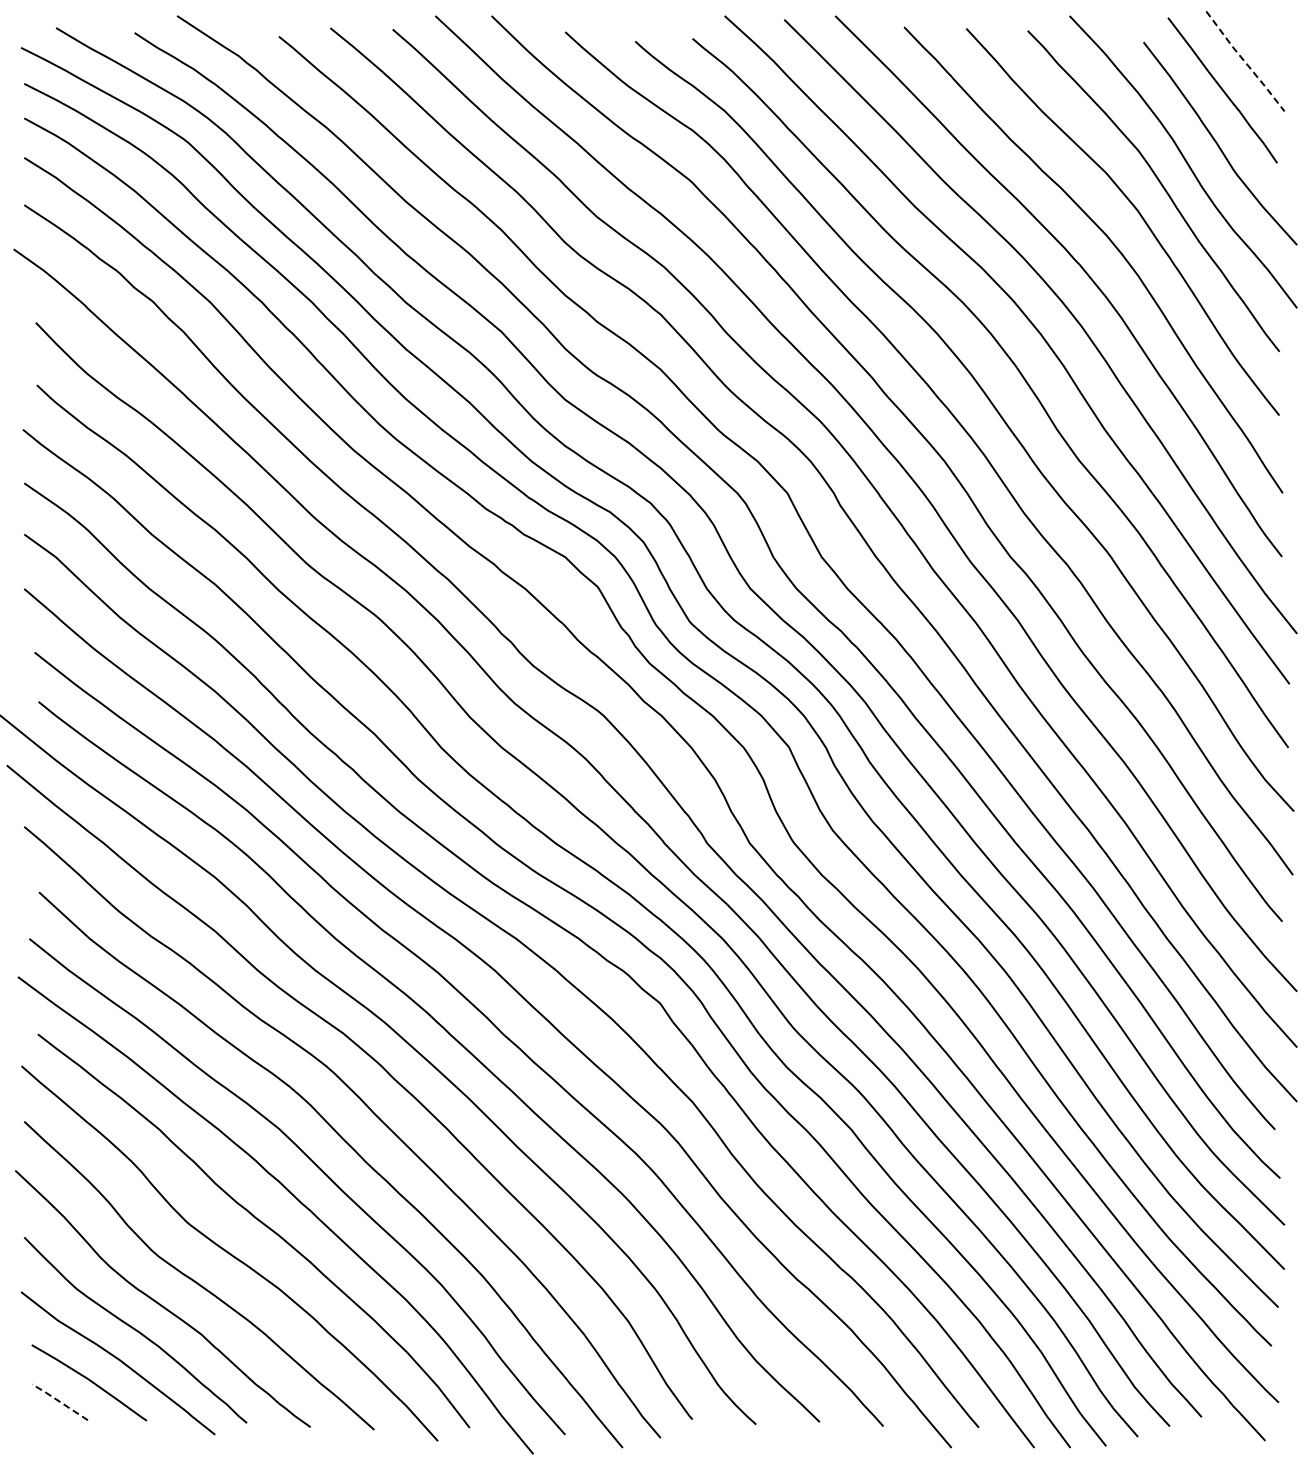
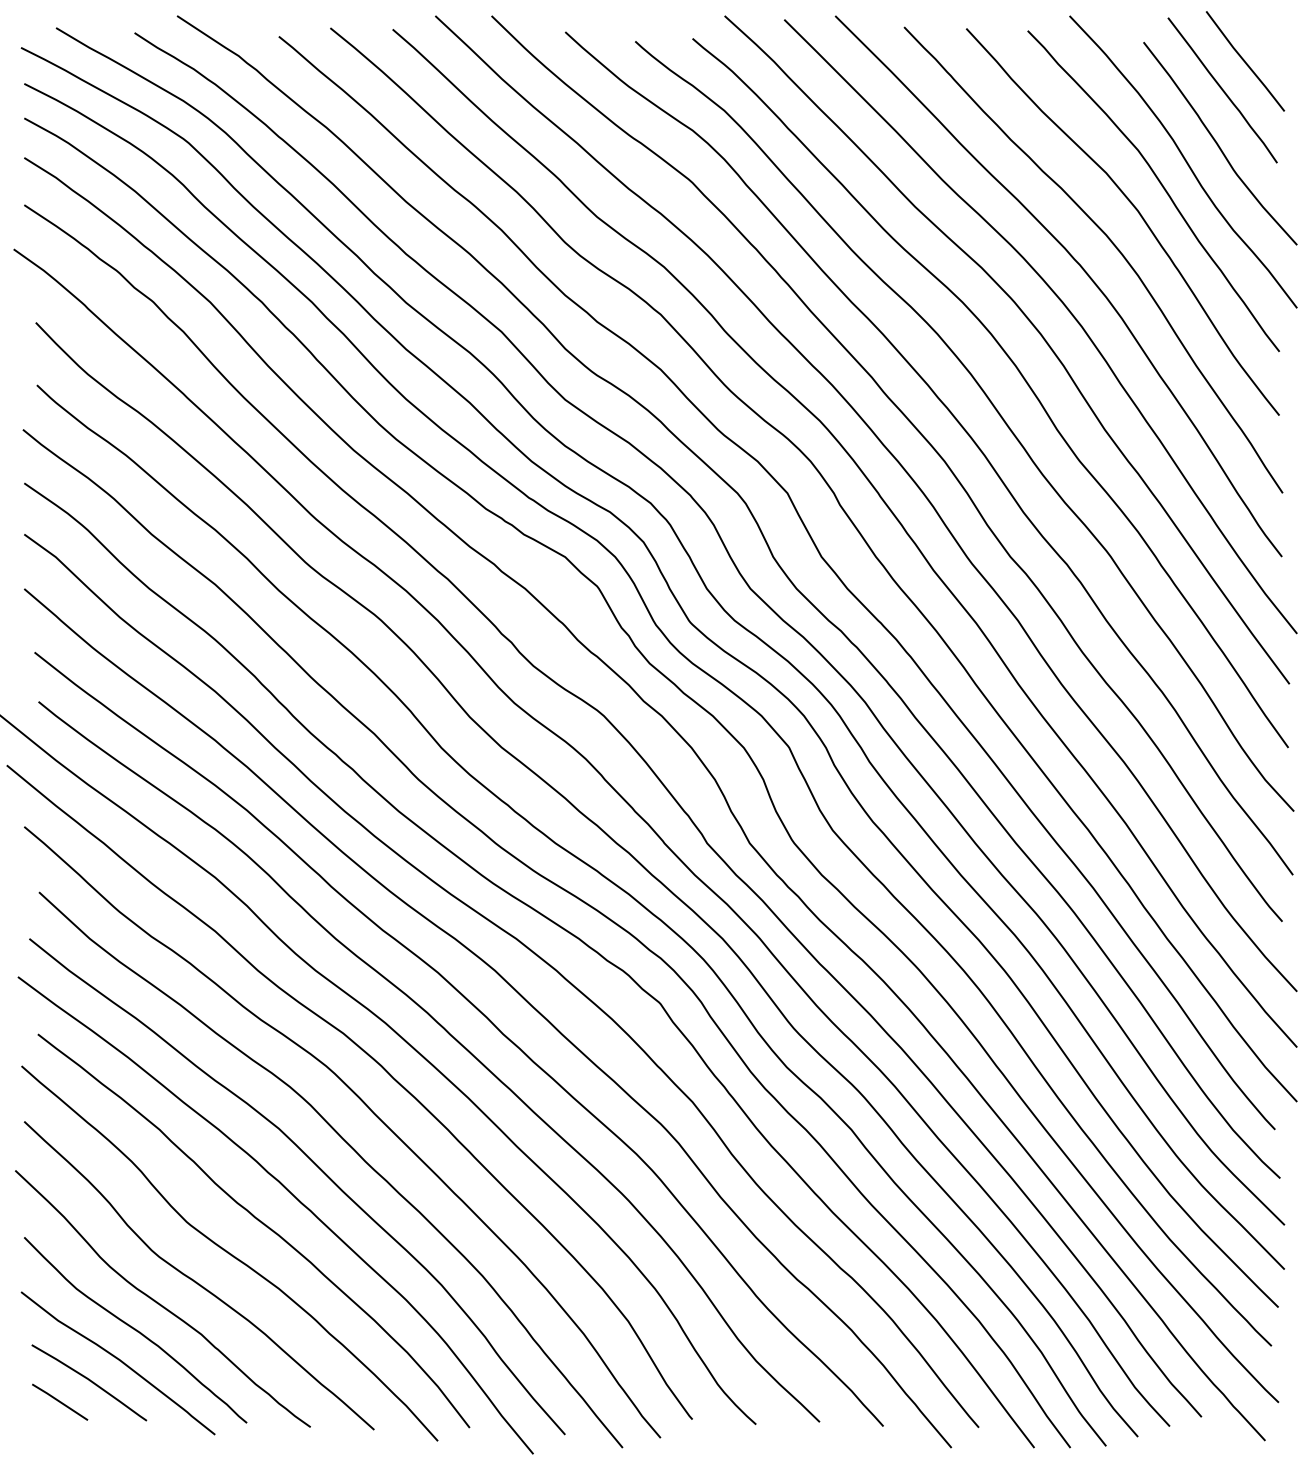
line at (1245, 62): dashed -> solid
line at (59, 1401): dashed -> solid
